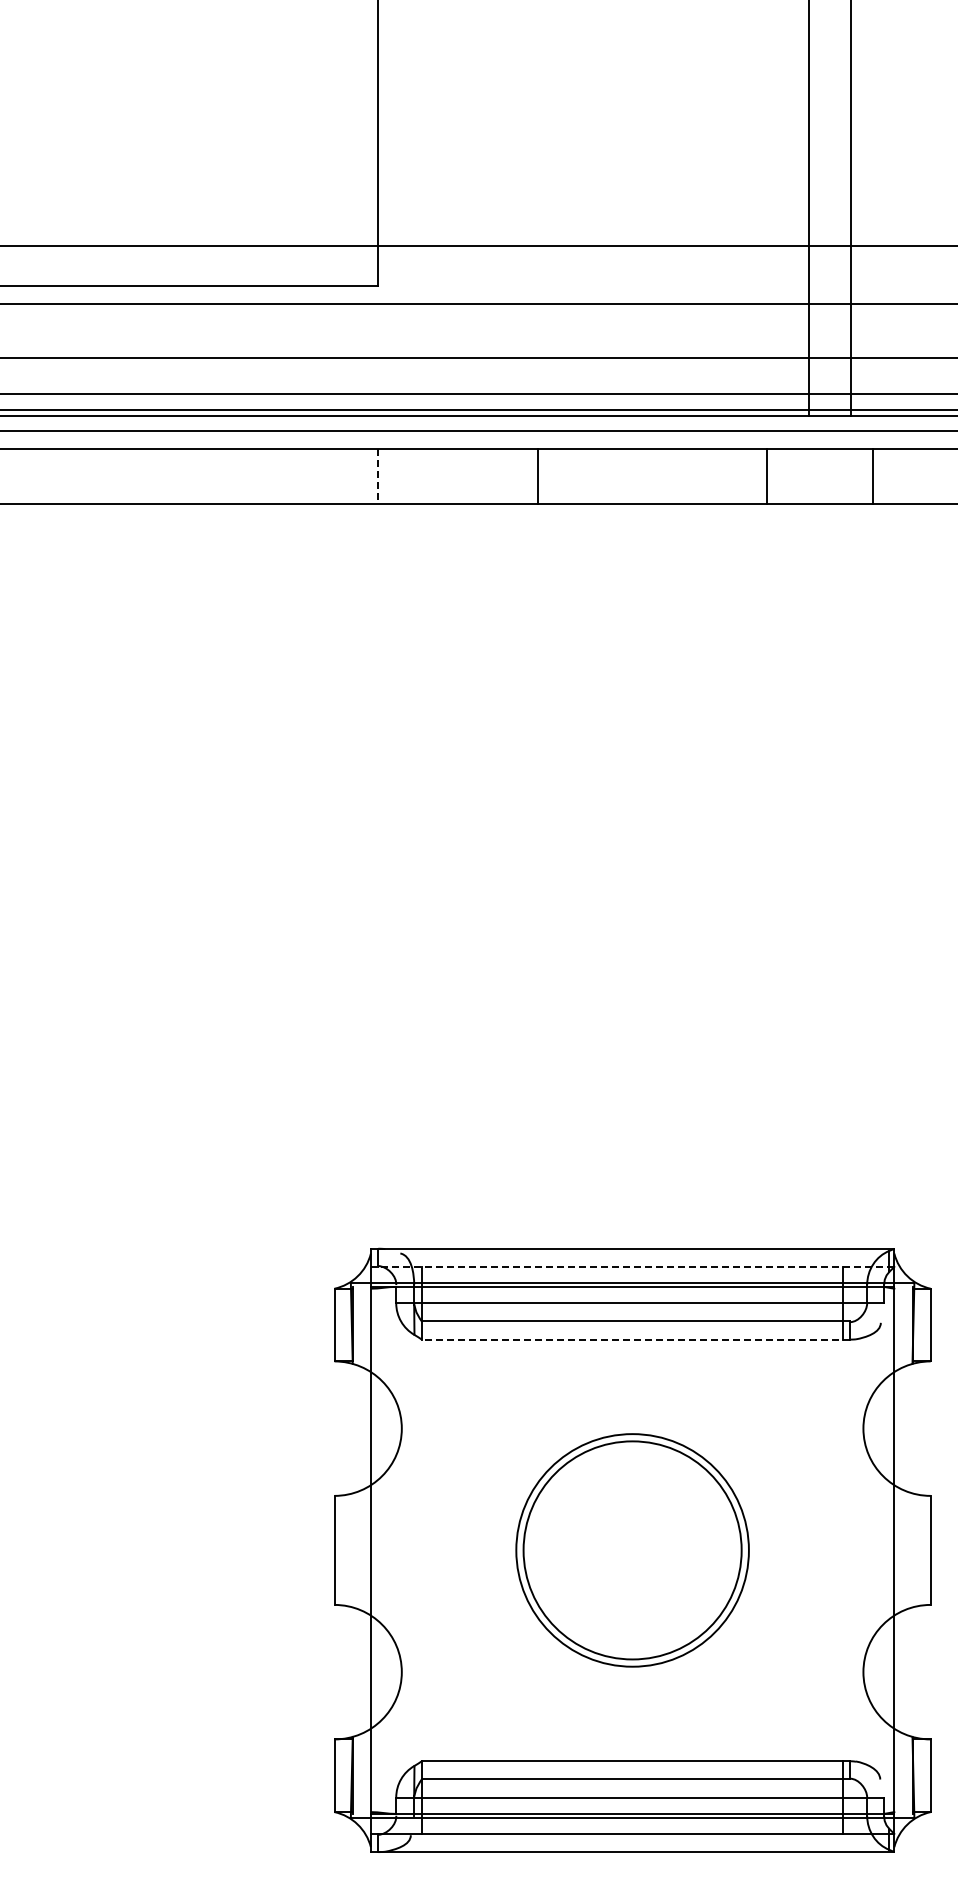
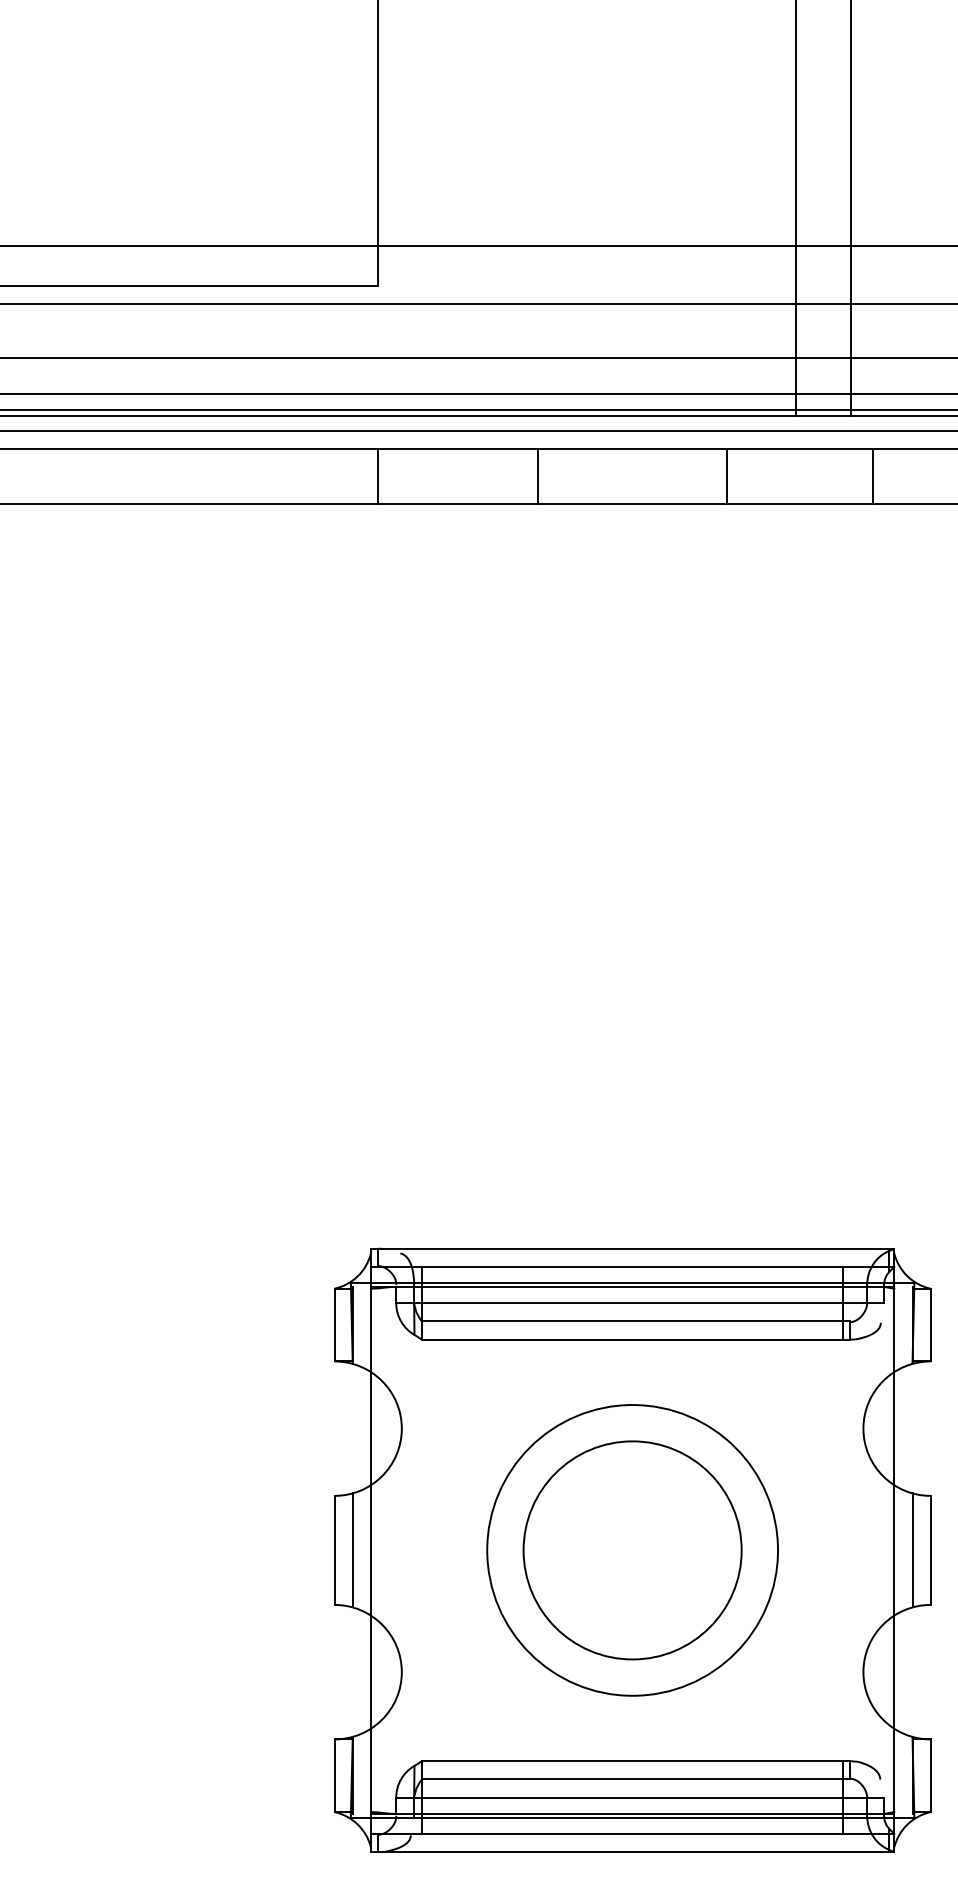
line at (809, 209) position: (809, 209) -> (796, 209)
line at (378, 476): dashed -> solid
line at (767, 476) position: (767, 476) -> (727, 476)
line at (632, 1266): dashed -> solid
line at (635, 1339): dashed -> solid
line at (352, 1550): none -> present
circle at (632, 1550) diameter: 233 px -> 291 px
line at (912, 1550): none -> present
